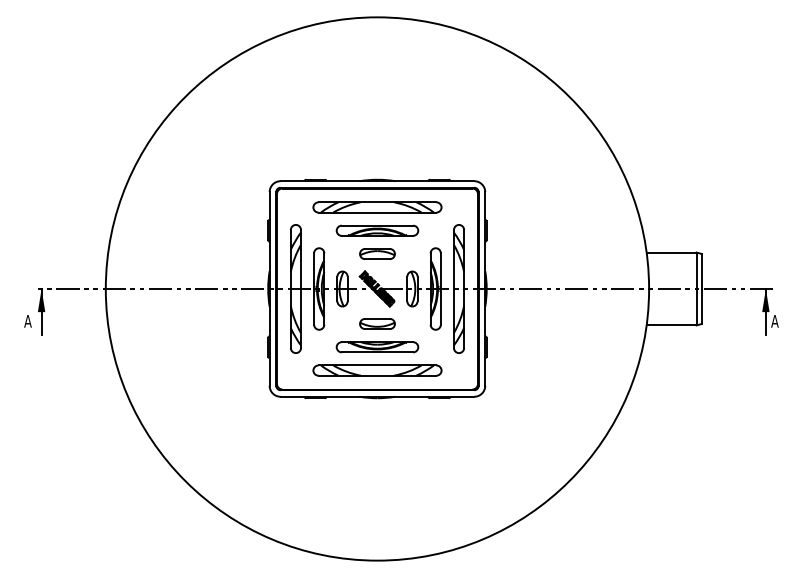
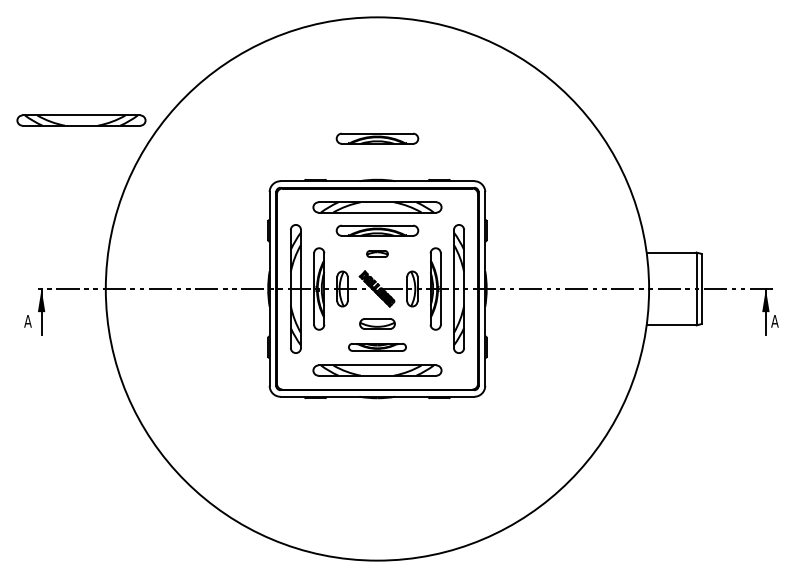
part at (81, 120): none -> present
part at (377, 138): none -> present
part at (377, 253) size: 37x12 px -> 23x8 px
part at (377, 347) size: 85x13 px -> 59x9 px
